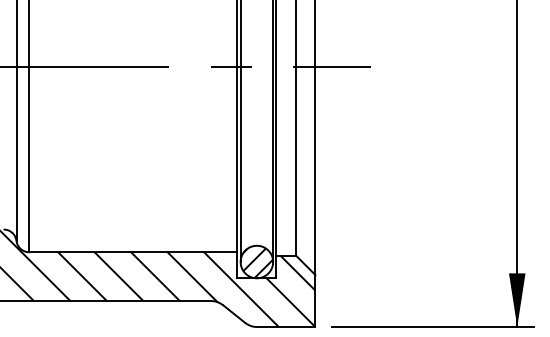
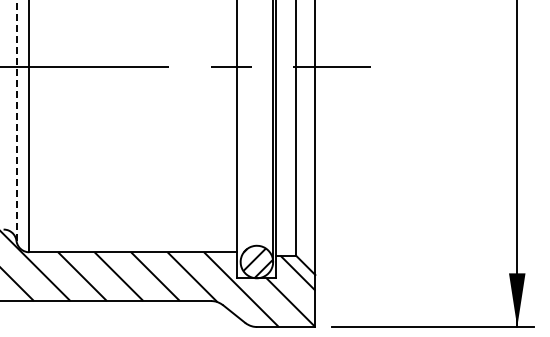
line at (16, 120): solid -> dashed
line at (240, 132): present -> none
